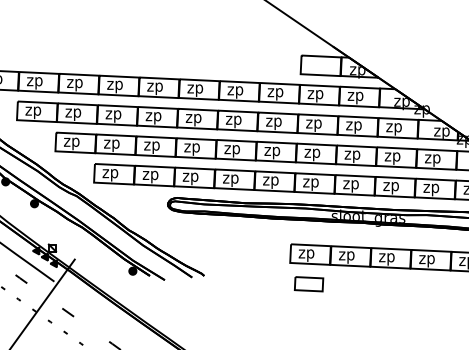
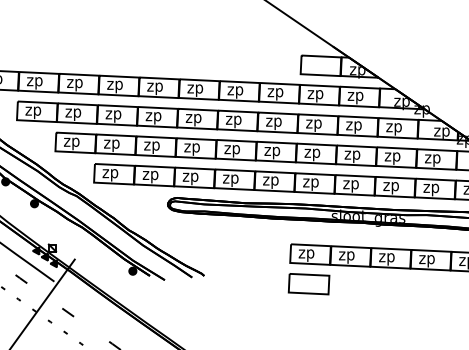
part at (308, 284) size: 32x17 px -> 44x23 px
